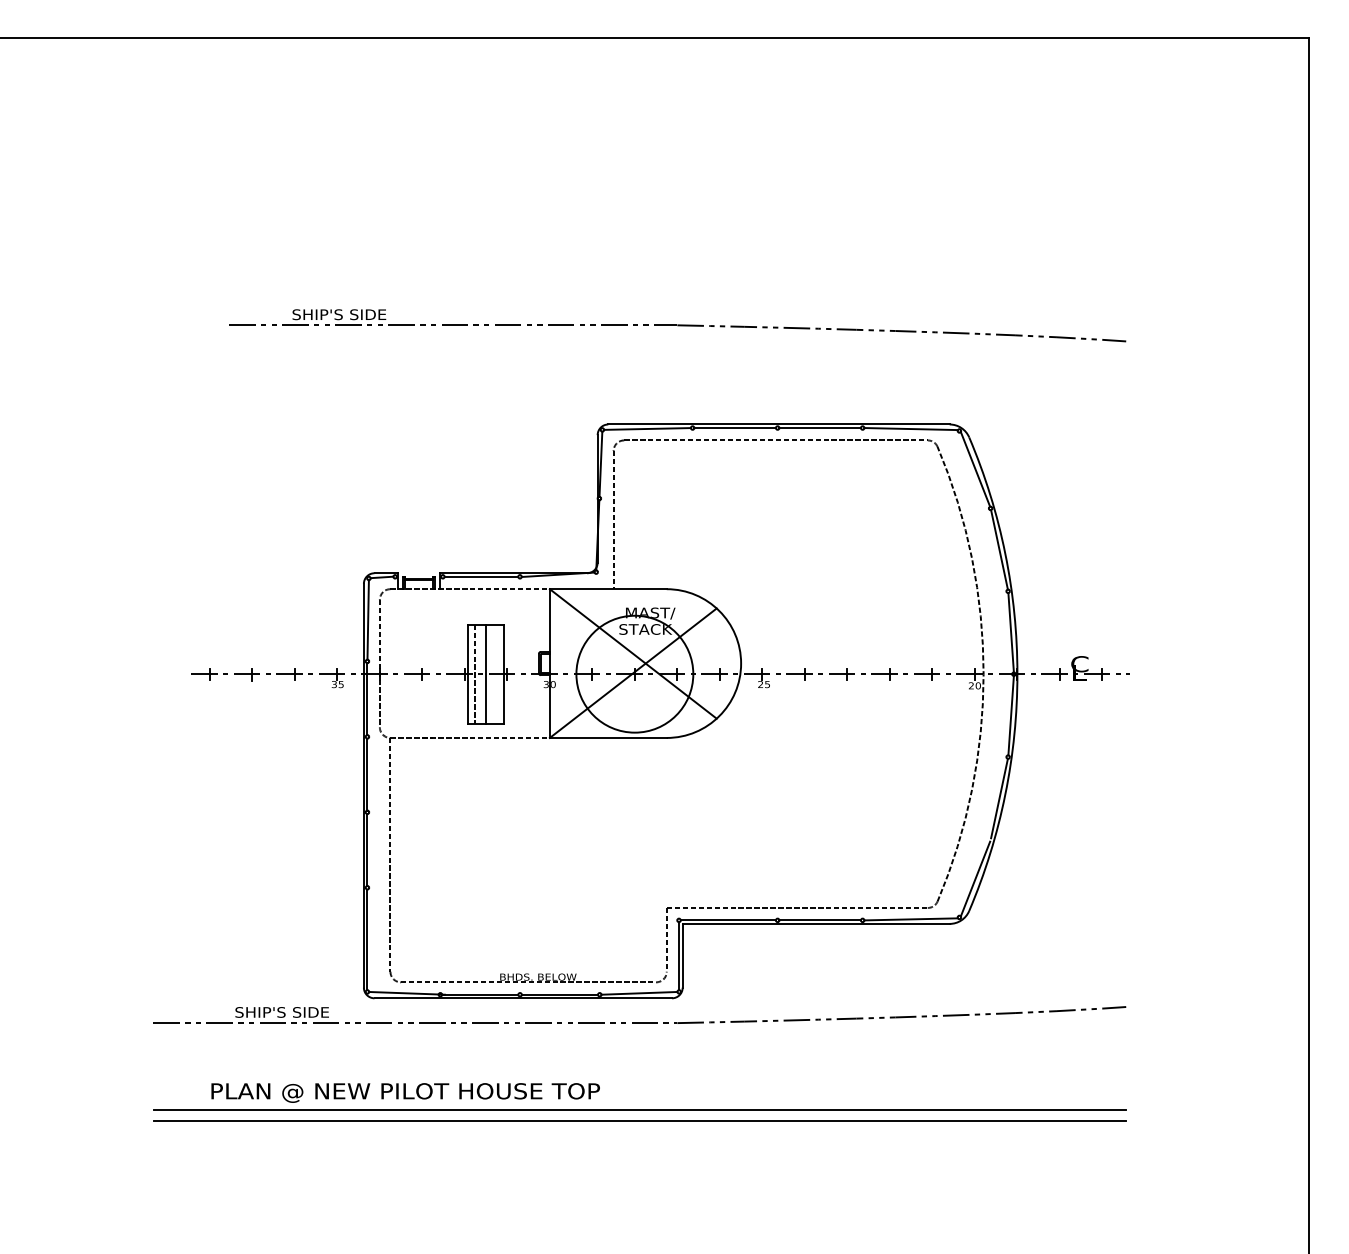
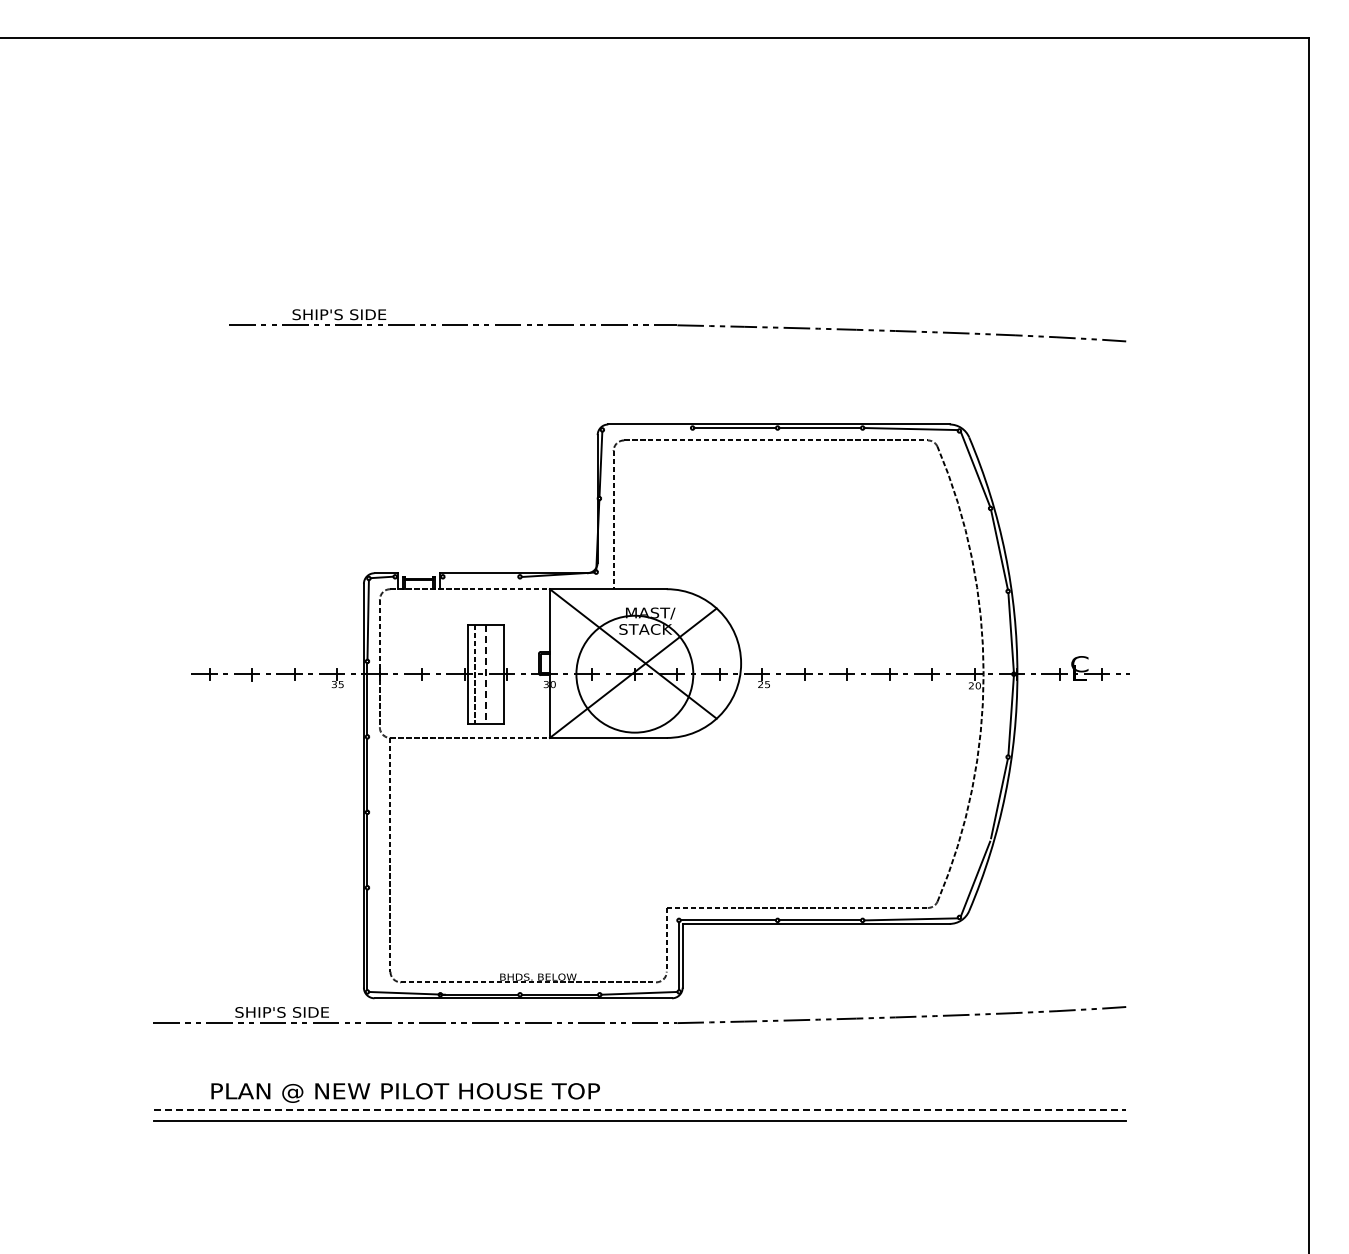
line at (647, 428): present -> none
line at (481, 576): present -> none
line at (485, 674): solid -> dashed
line at (640, 1109): solid -> dashed
